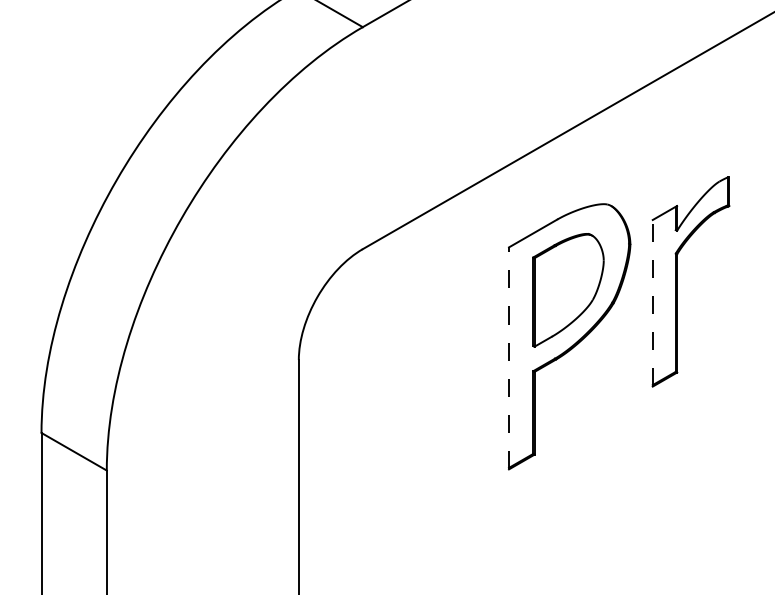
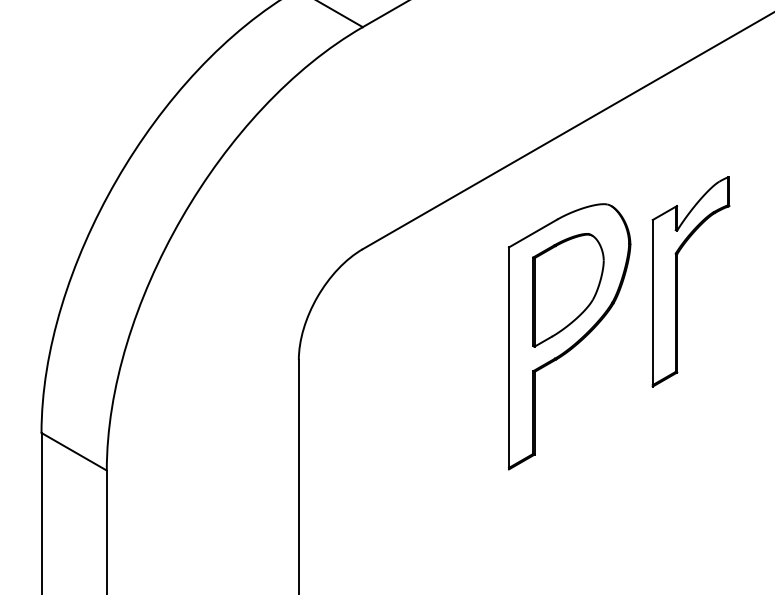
line at (652, 302): dashed -> solid
line at (509, 358): dashed -> solid
